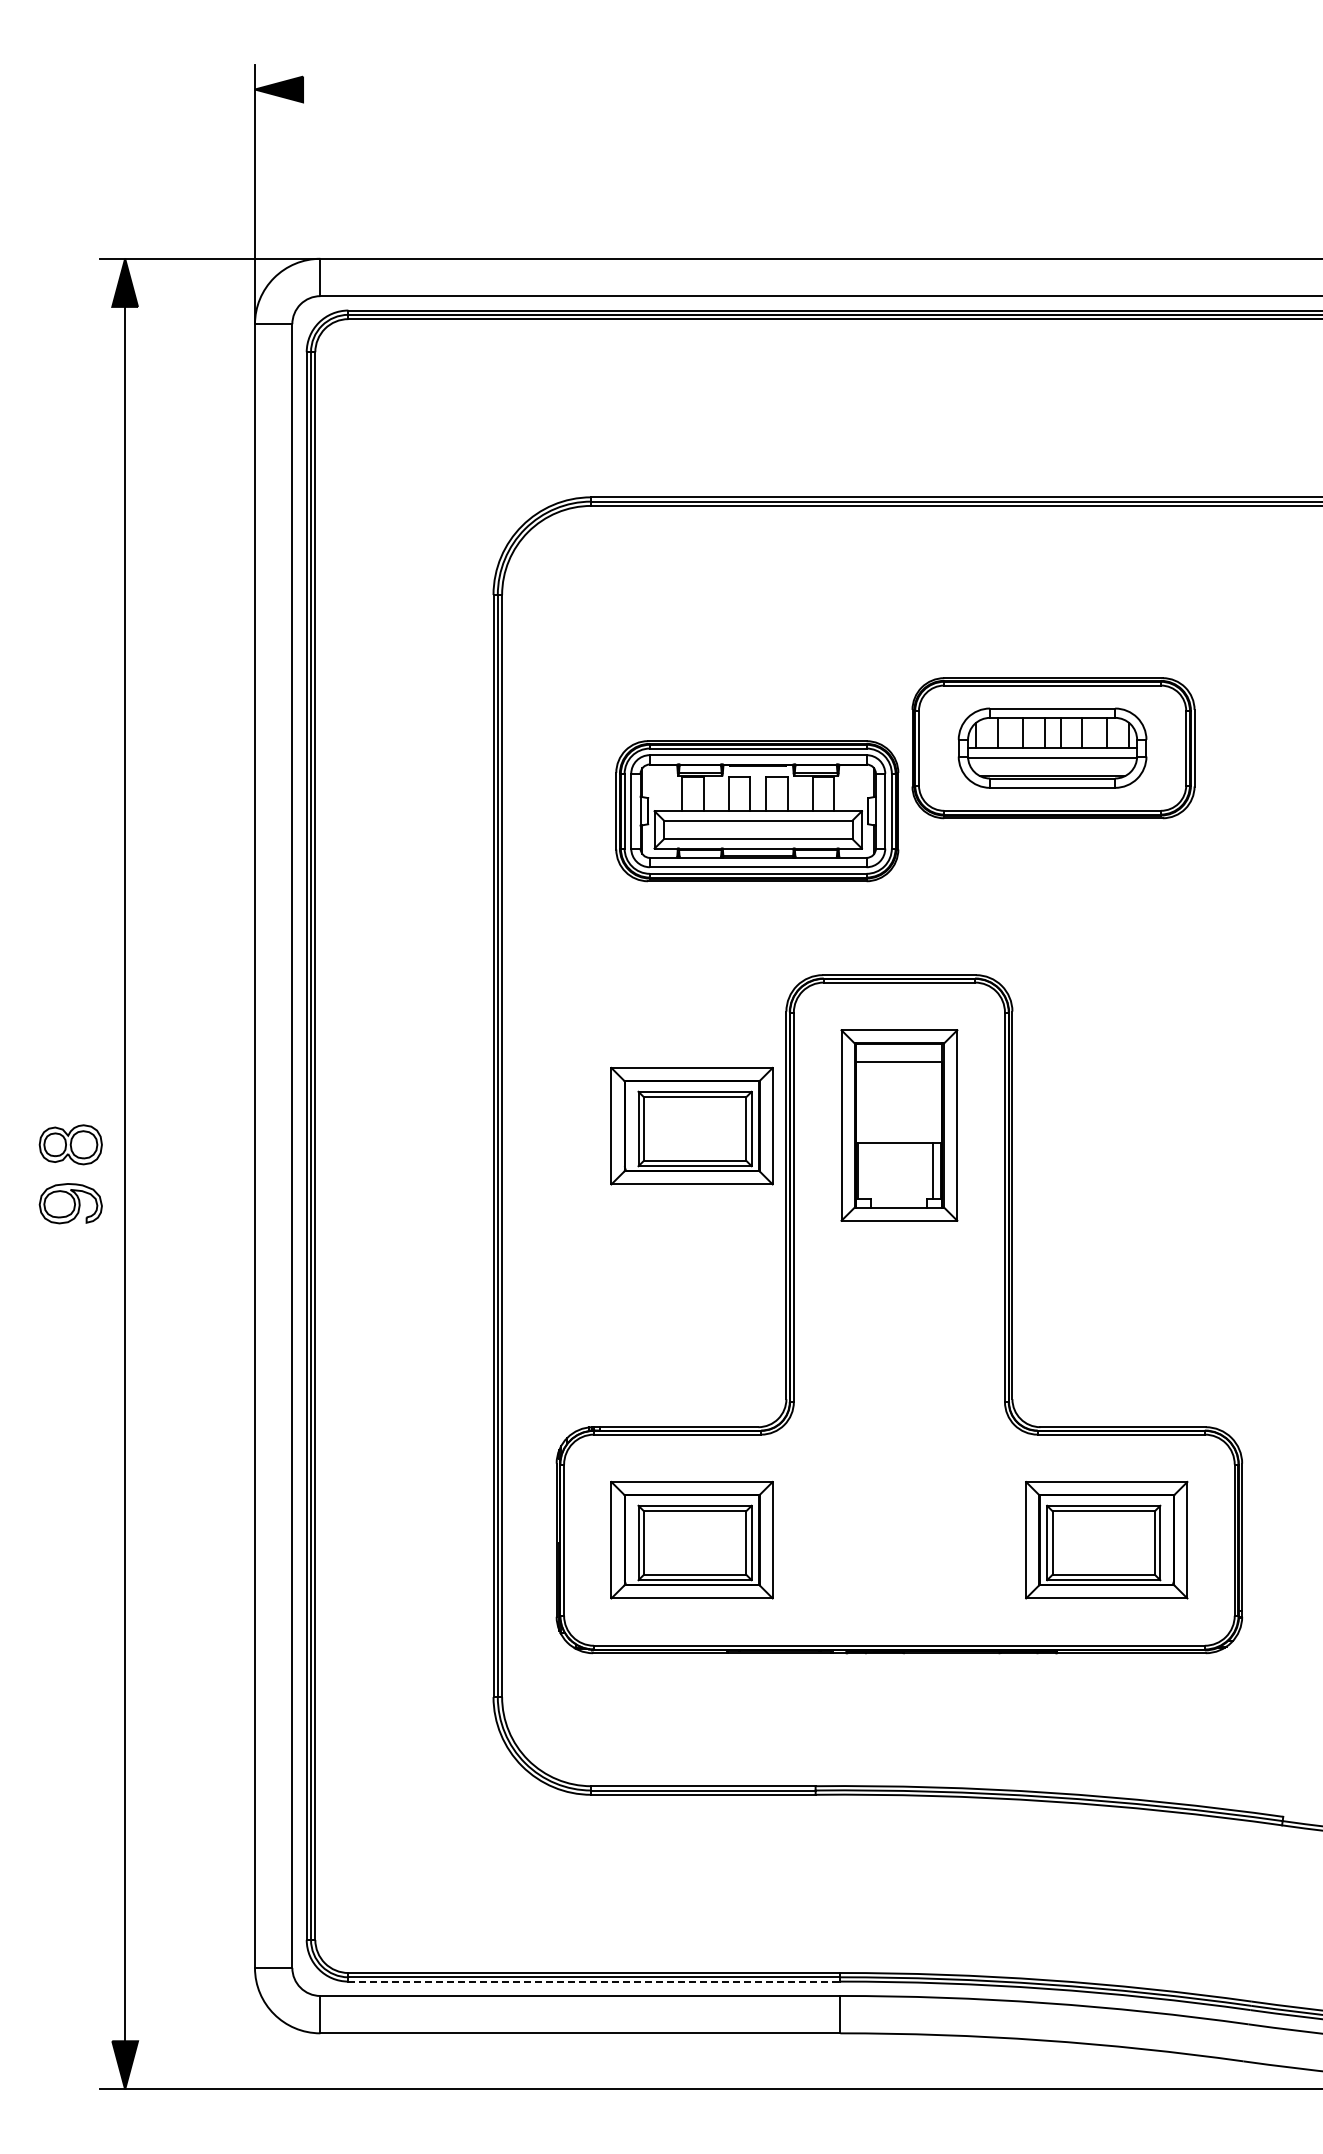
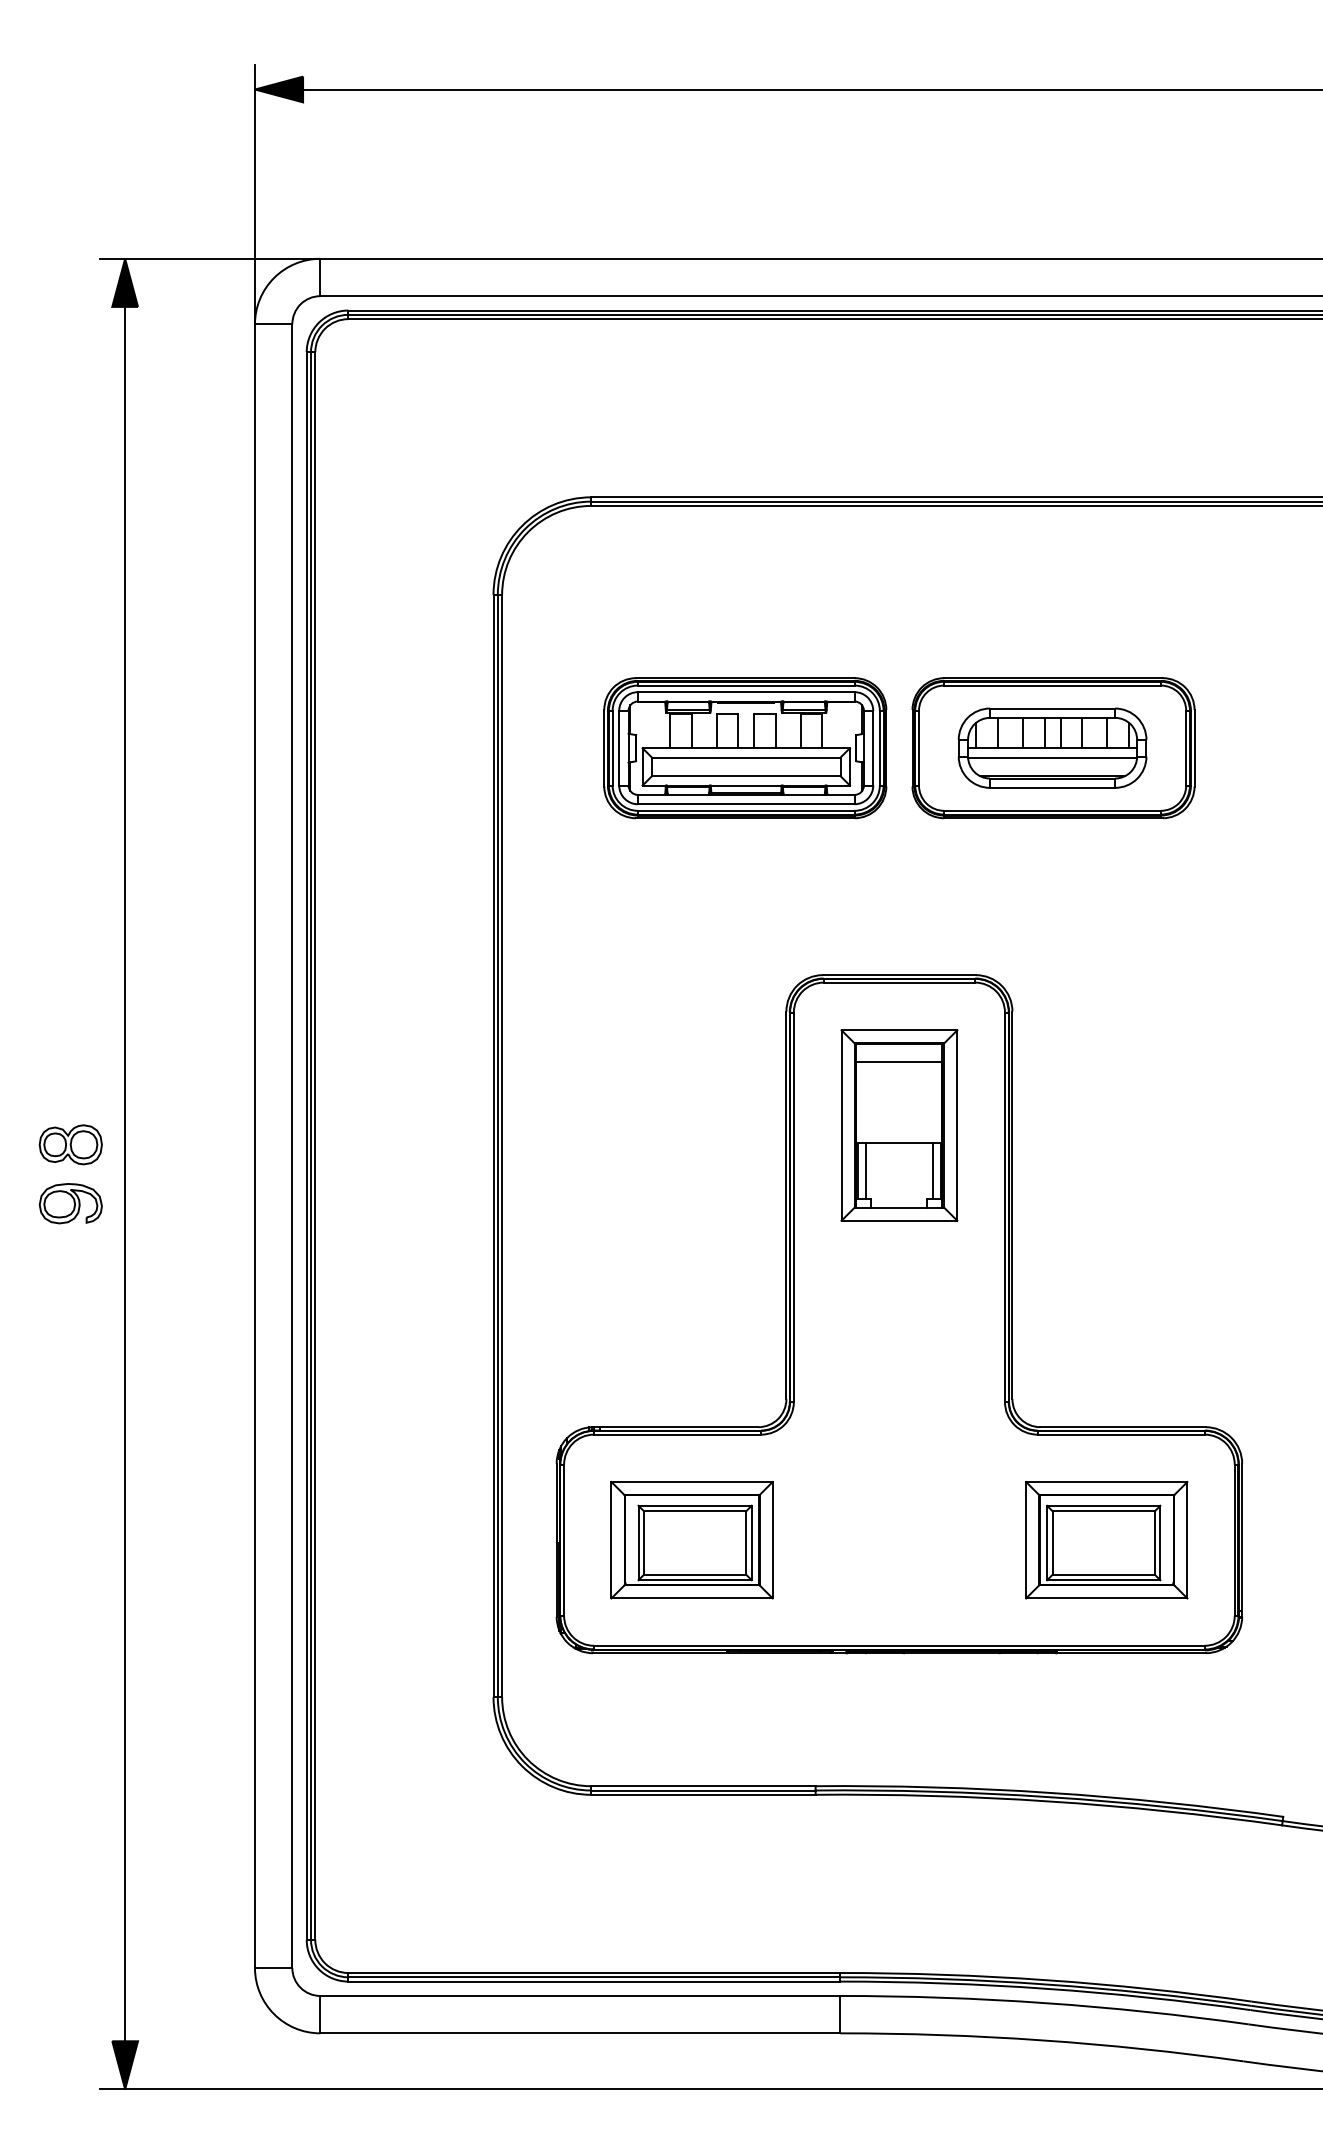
line at (811, 89): none -> present
part at (757, 811) position: (757, 811) -> (745, 748)
part at (691, 1125): present -> none
line at (865, 1170): none -> present
line at (594, 1981): dashed -> solid
